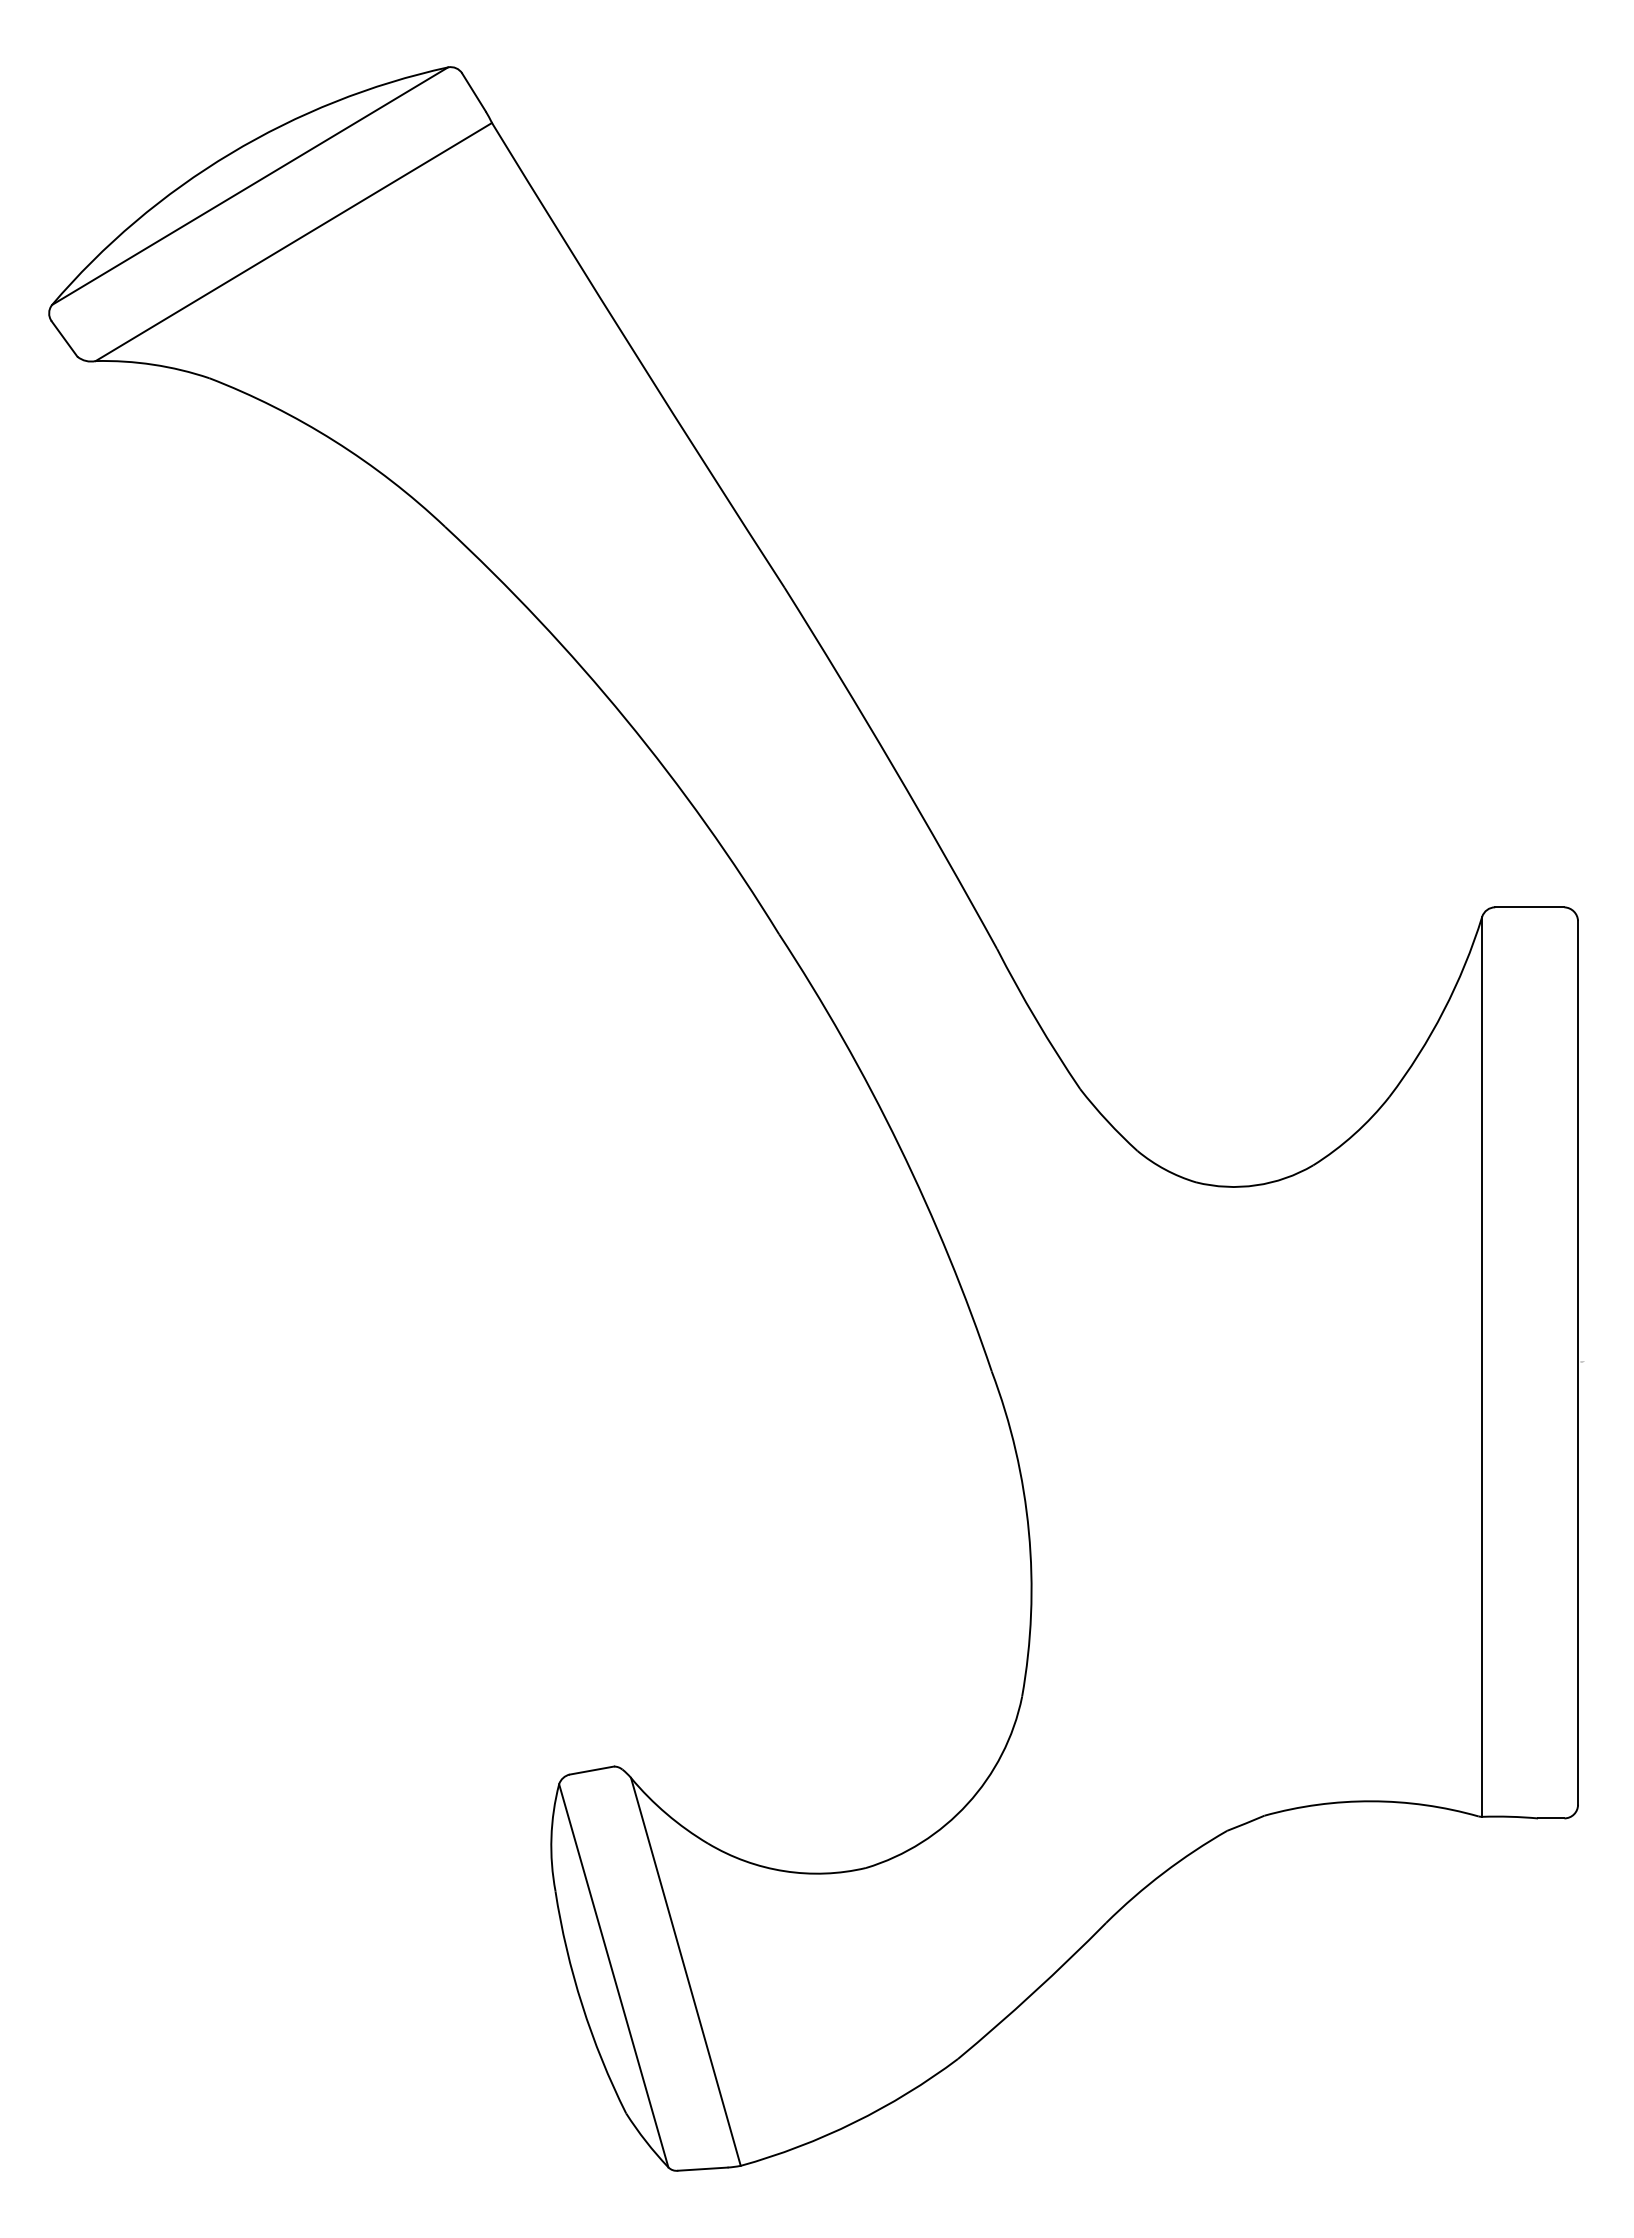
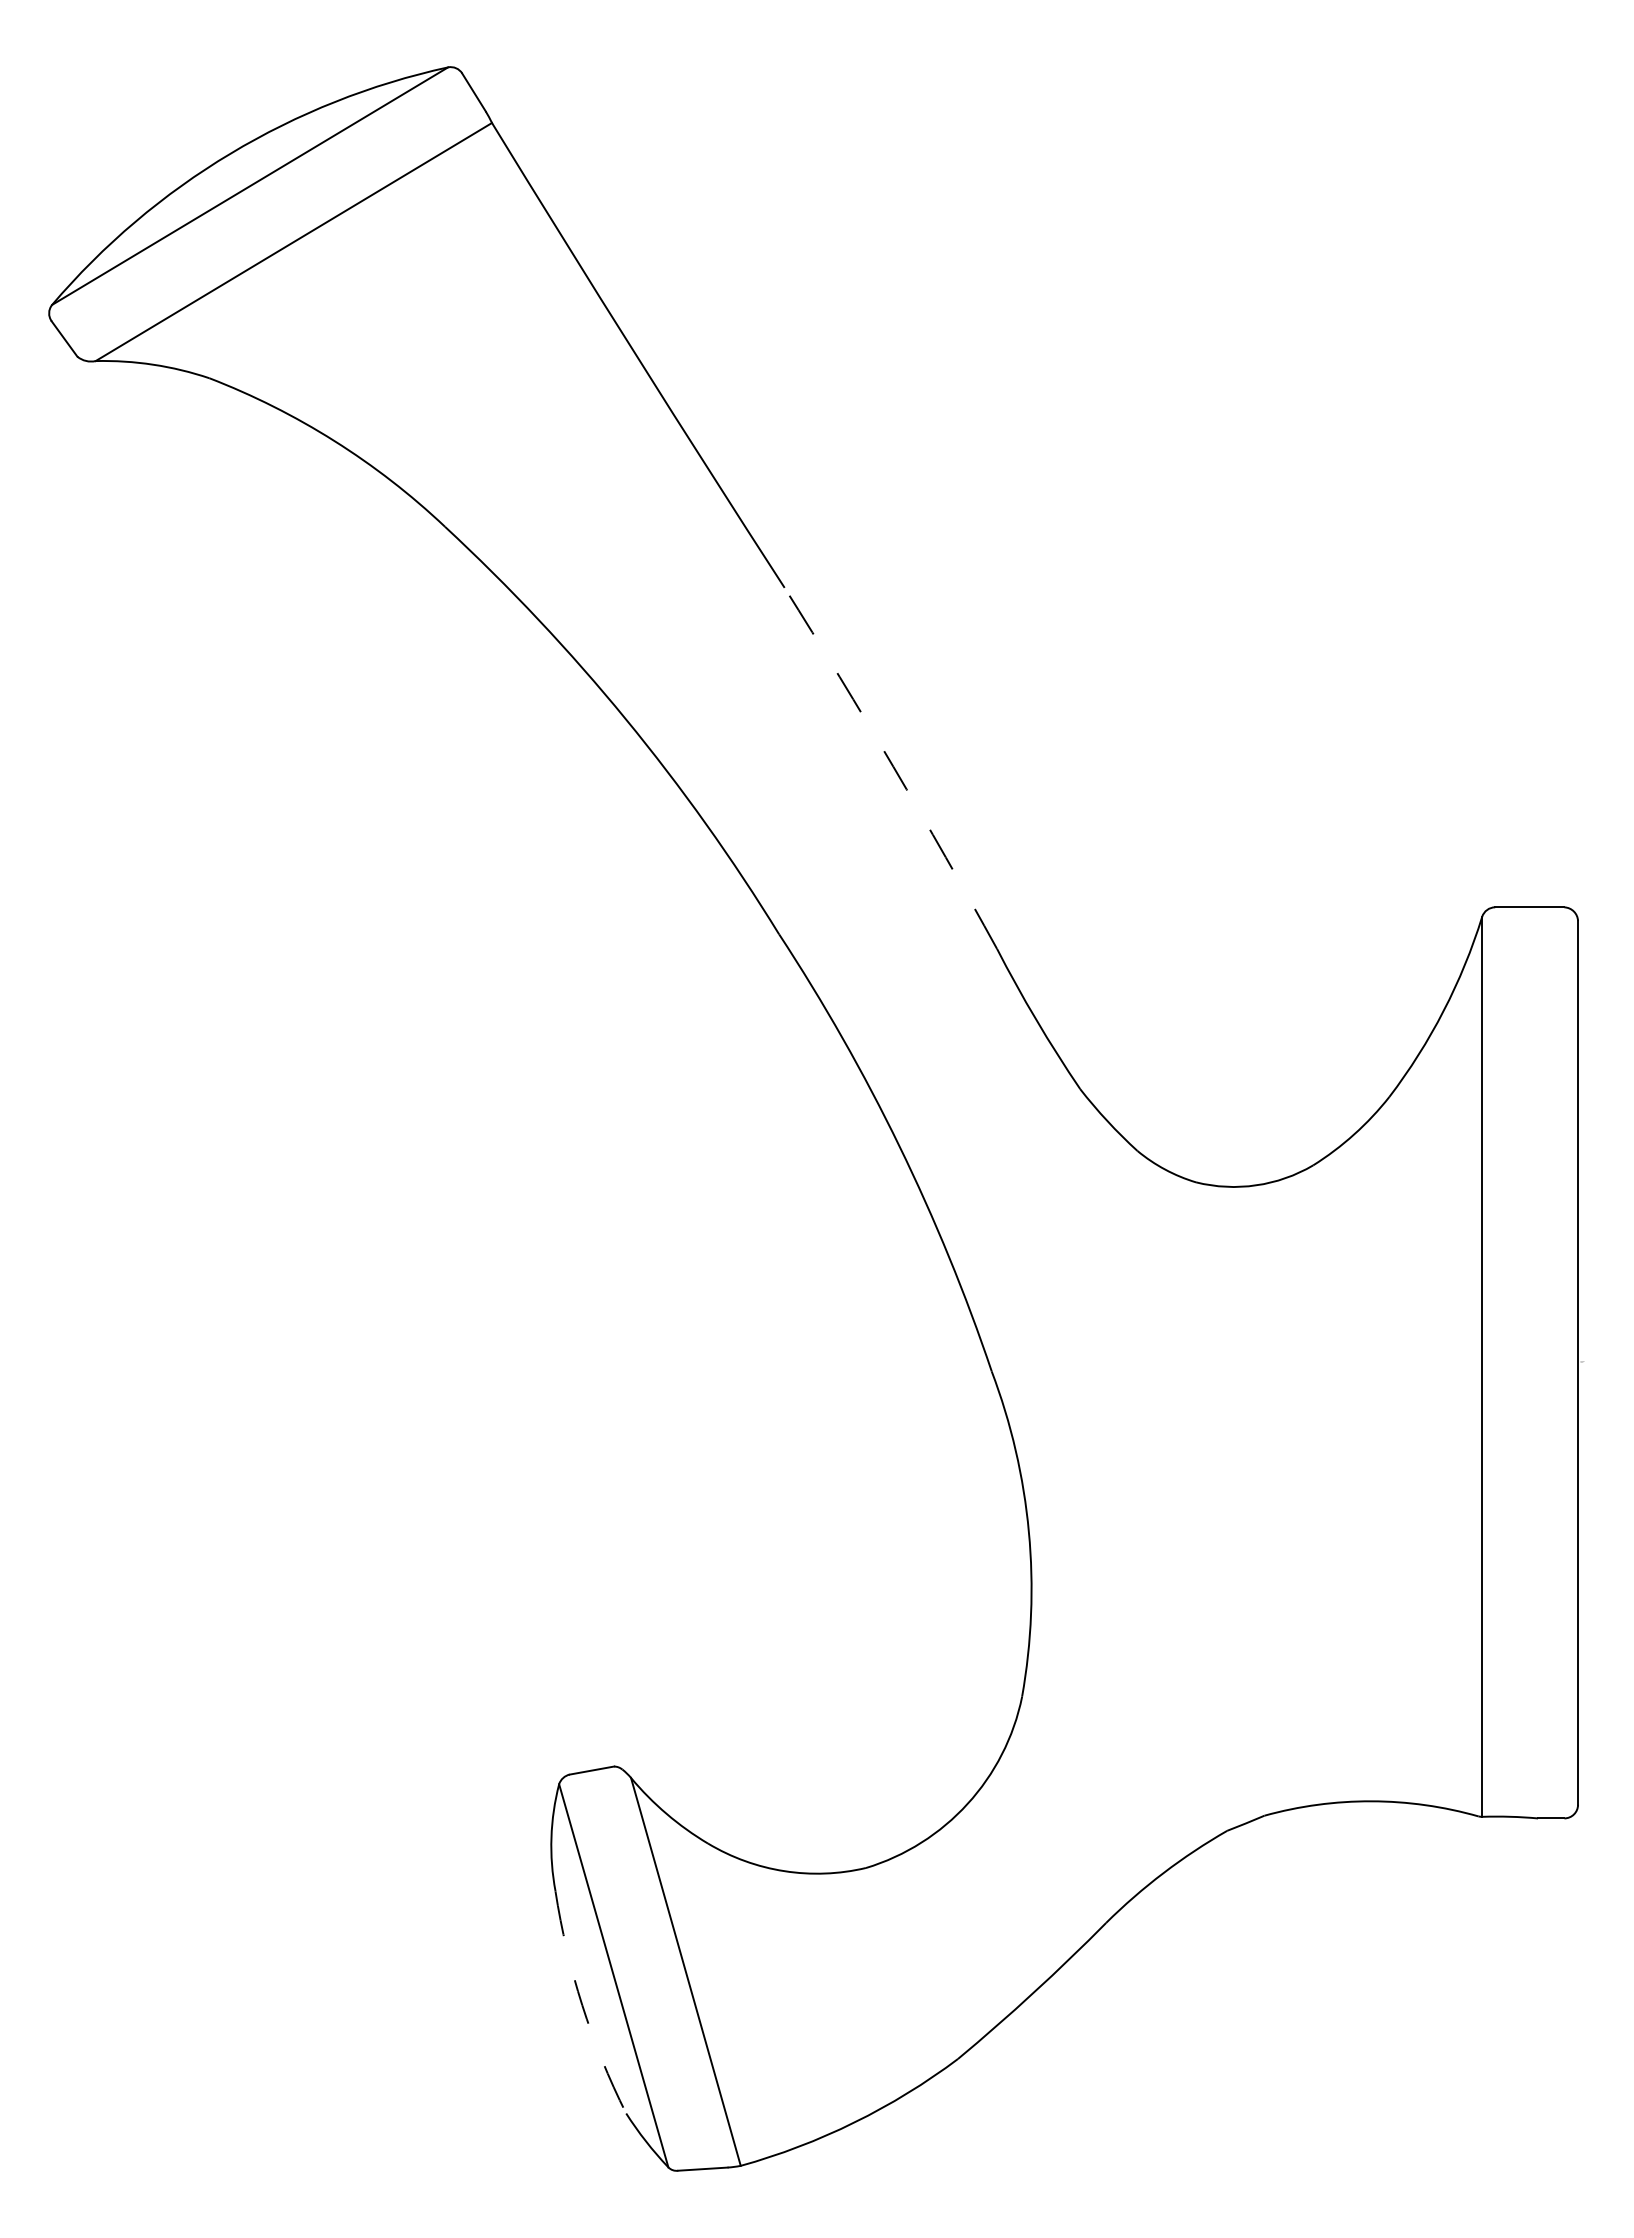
arc at (893, 766): solid -> dashed
arc at (582, 2005): solid -> dashed
